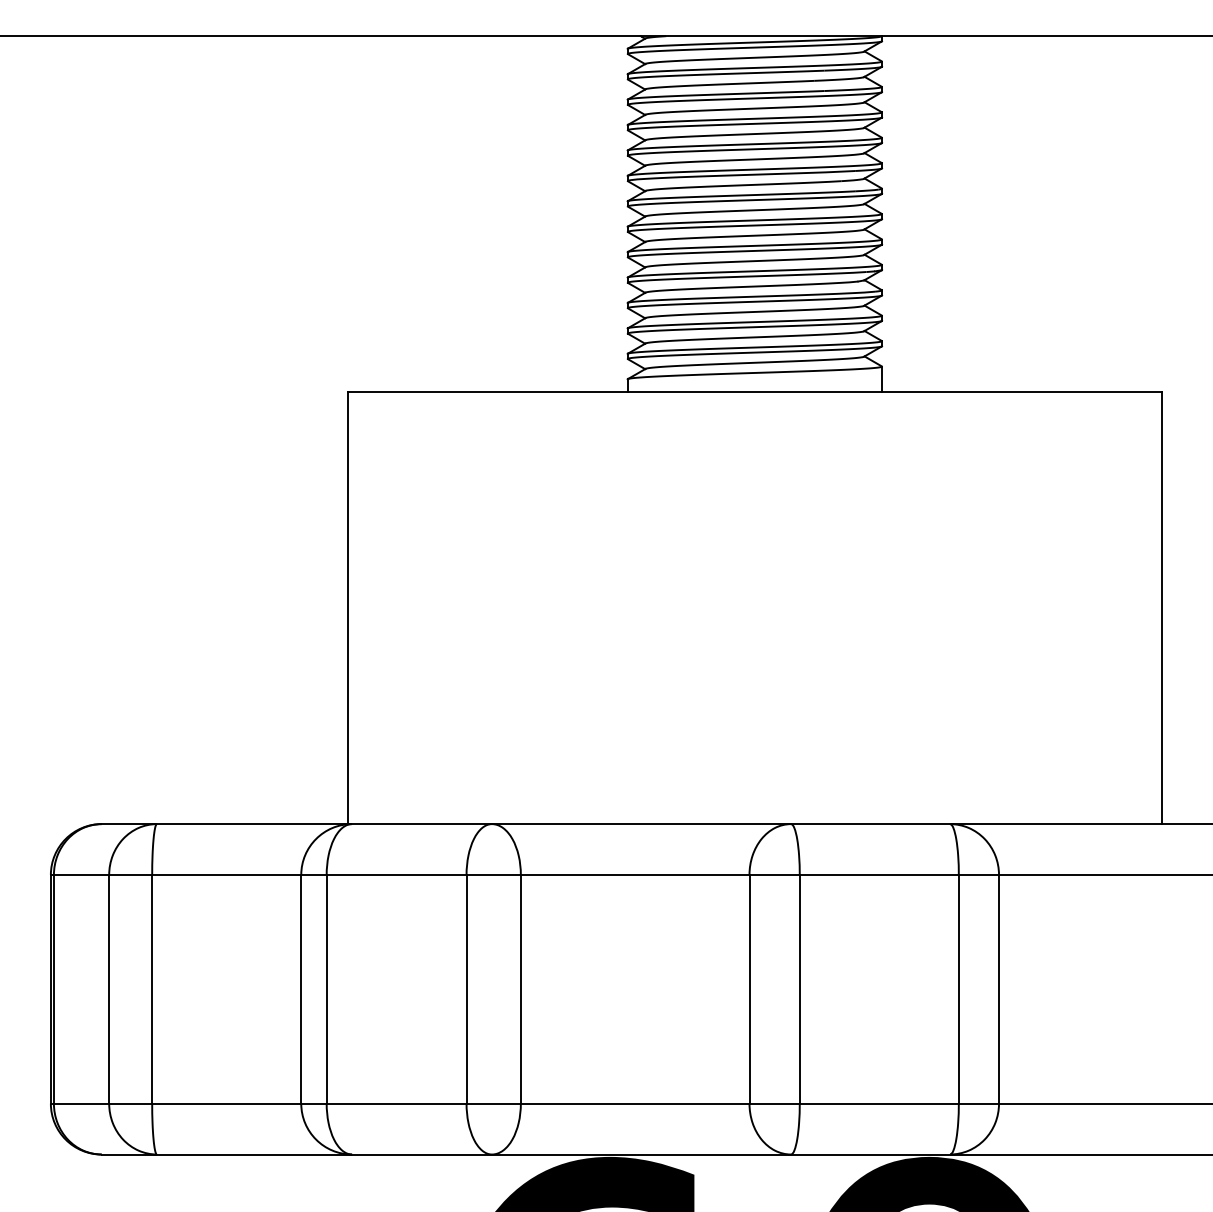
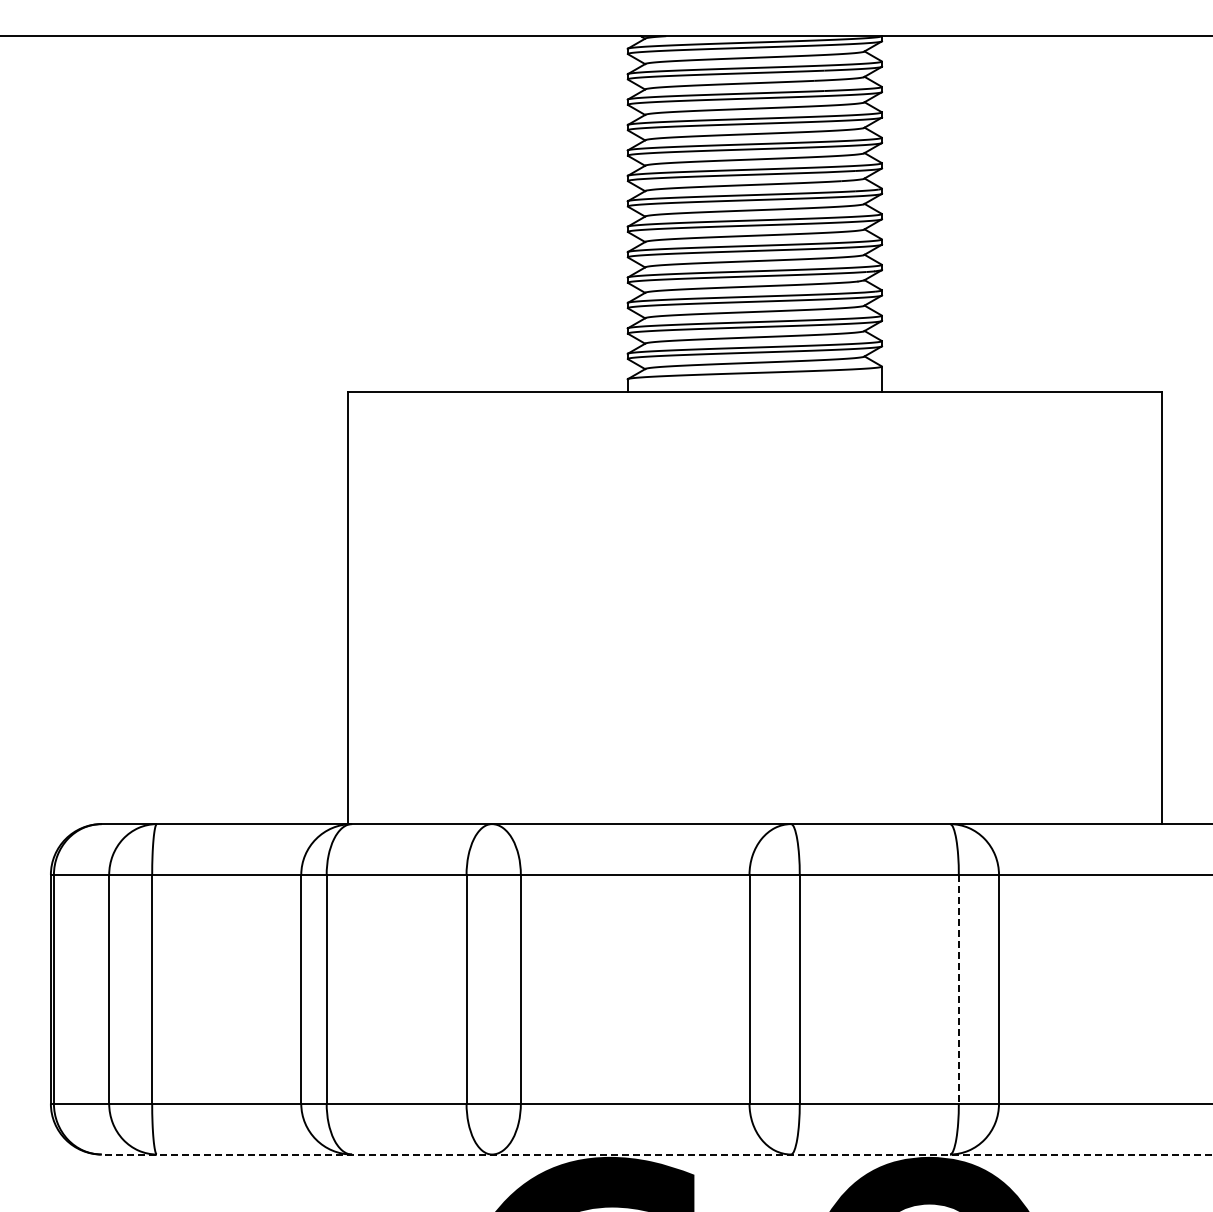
line at (958, 989): solid -> dashed
line at (656, 1154): solid -> dashed
